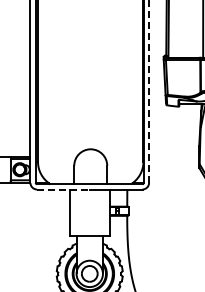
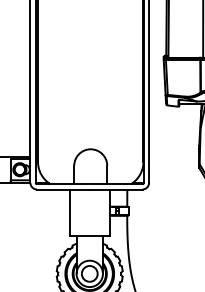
line at (149, 91): dashed -> solid
line at (63, 189): dashed -> solid
